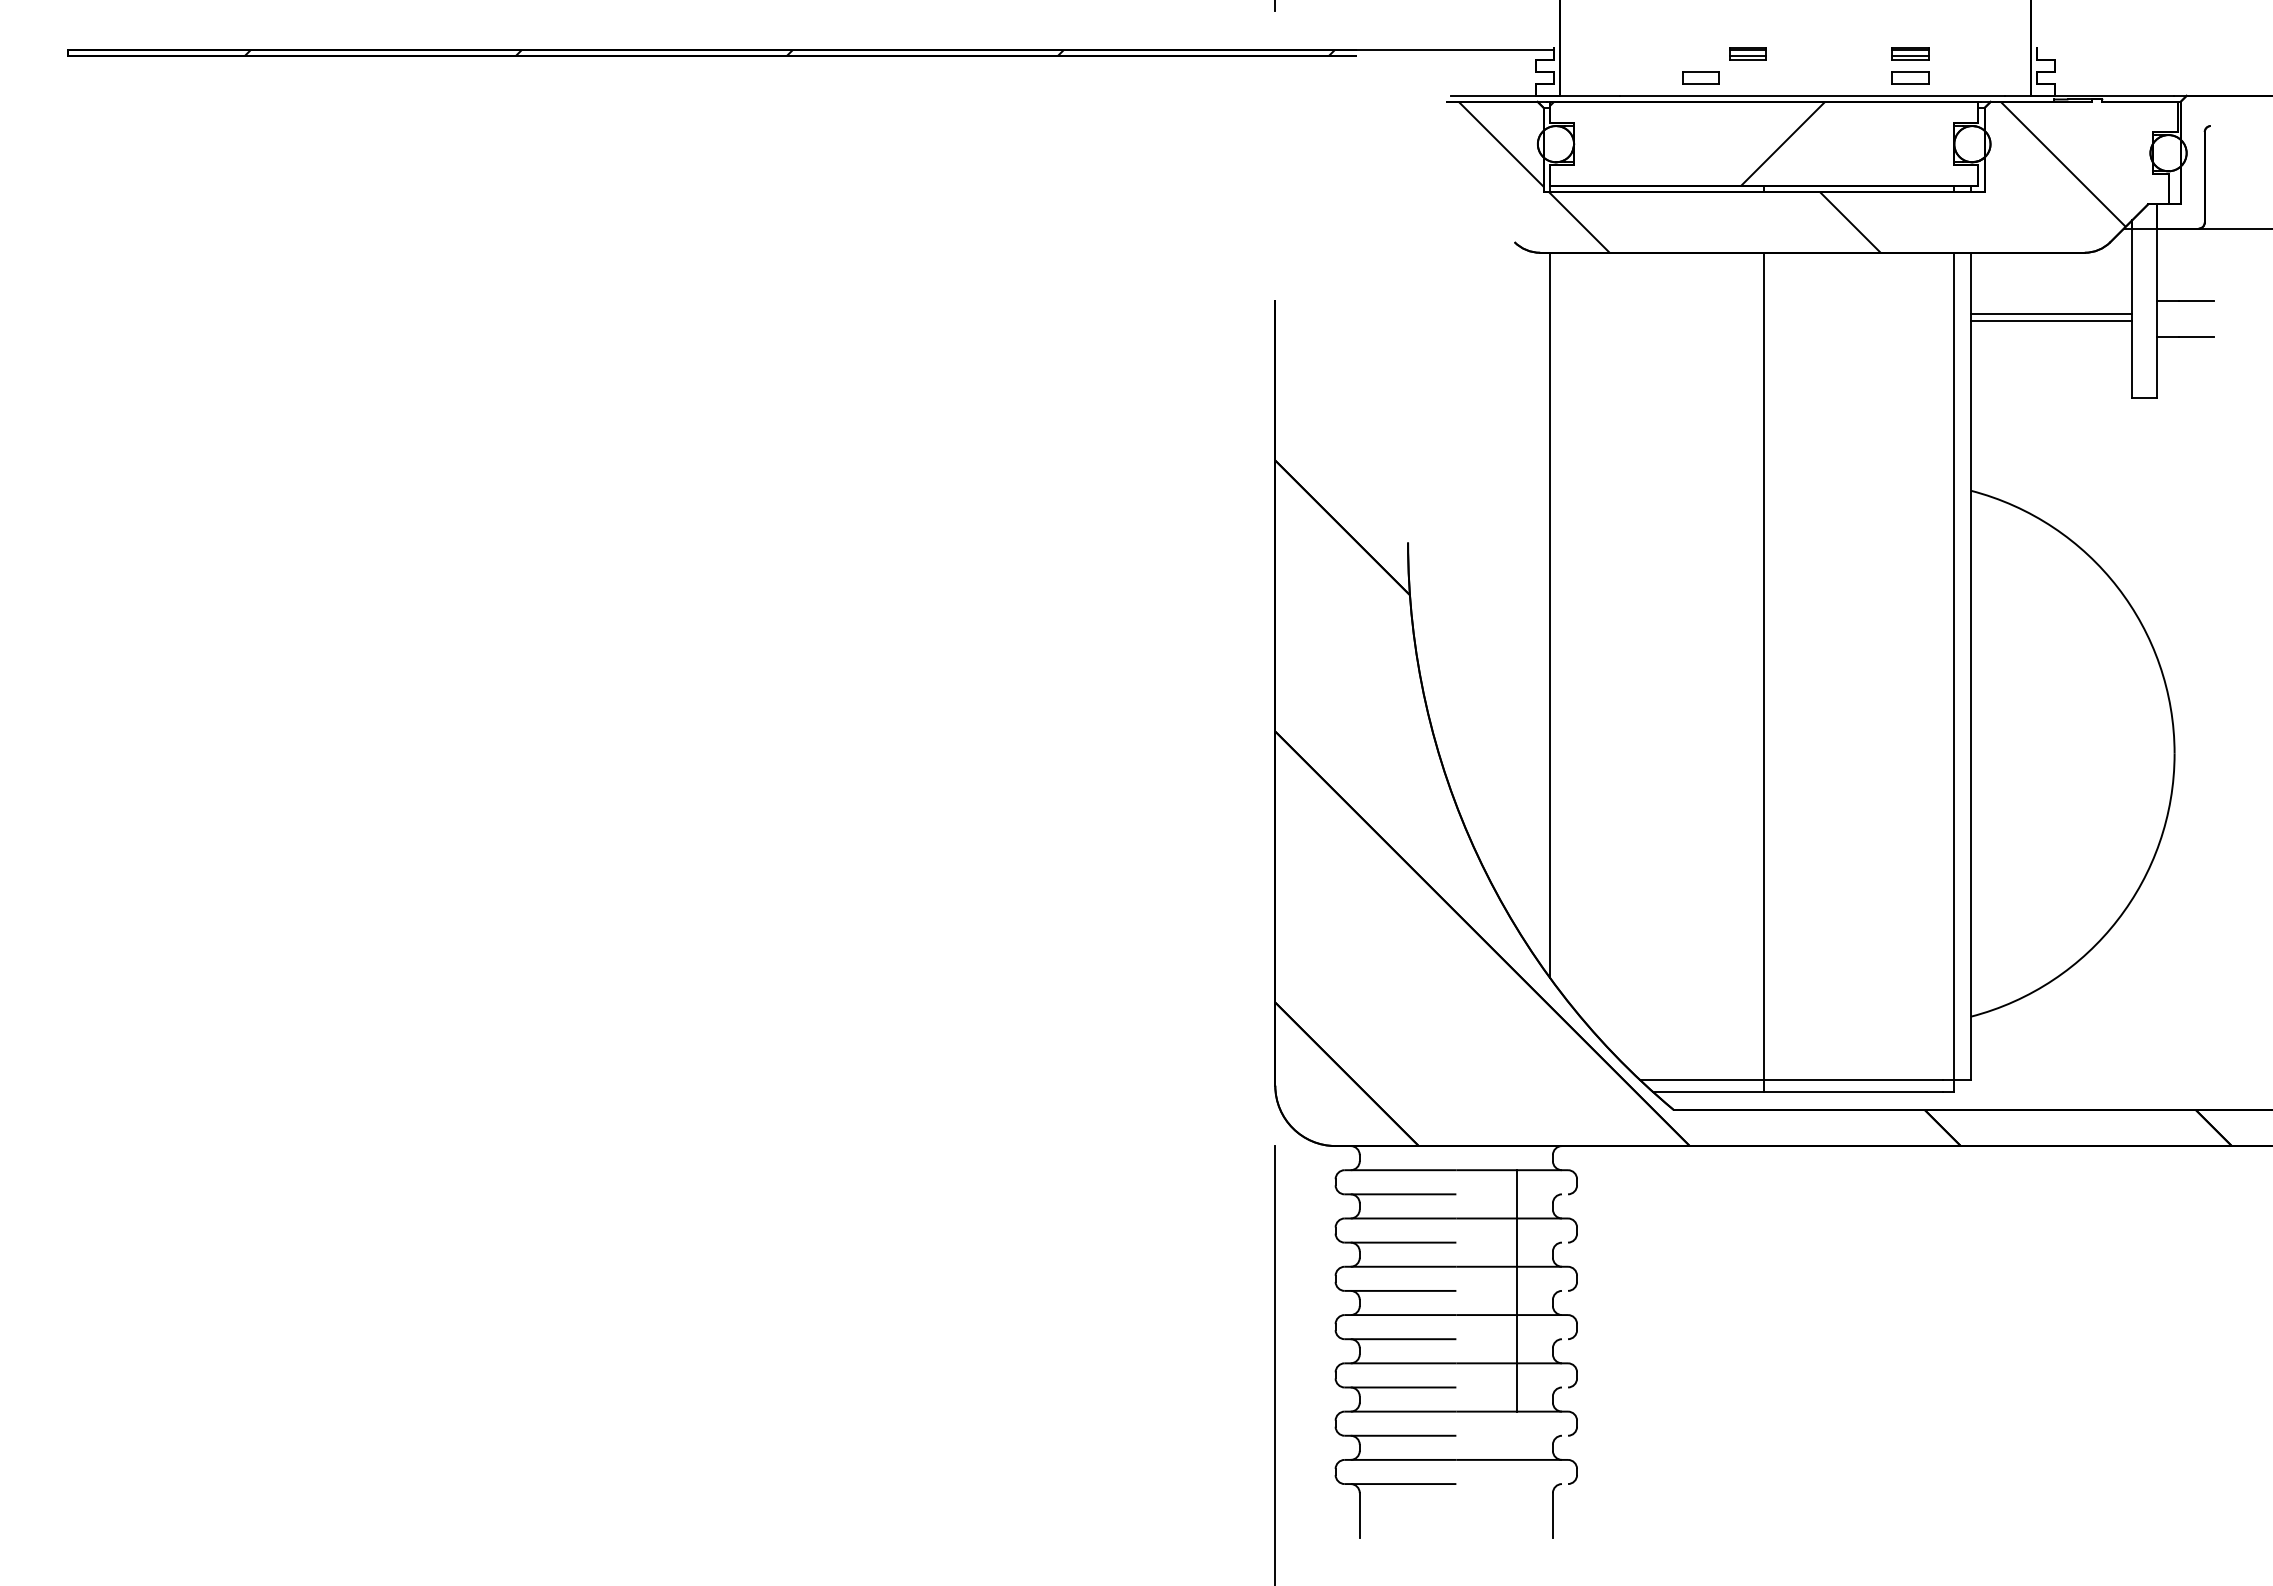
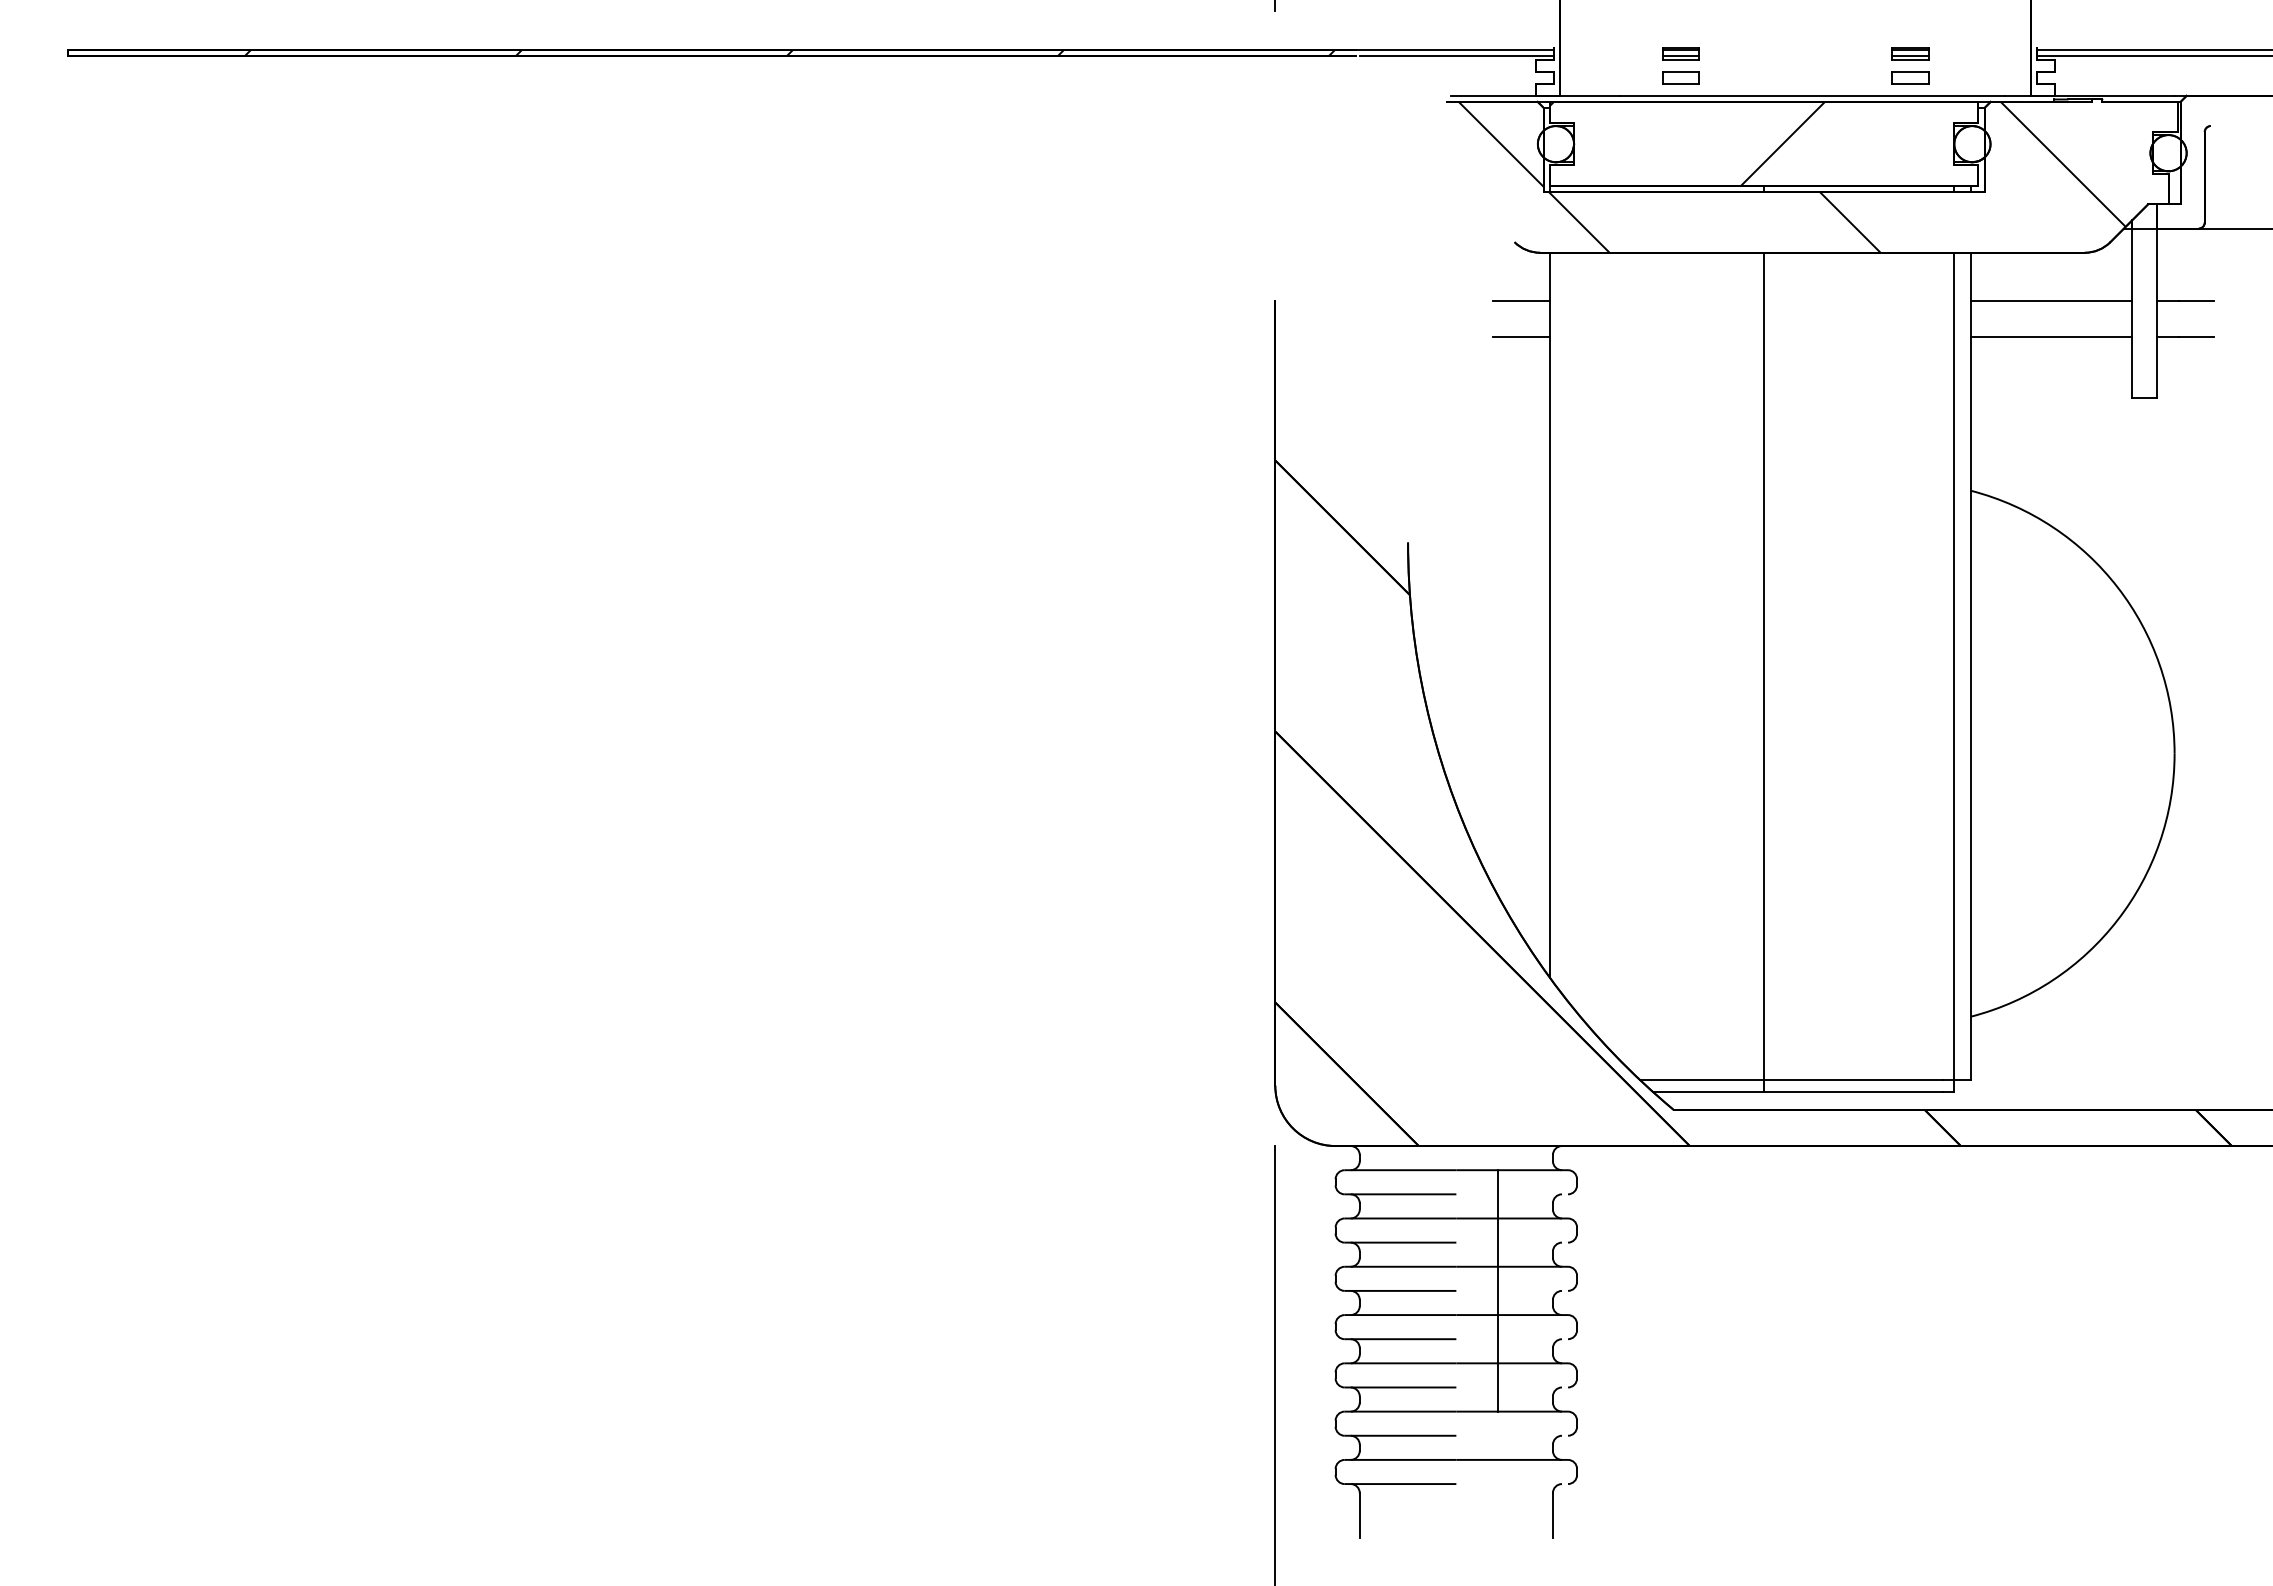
line at (2153, 49): none -> present
part at (1747, 53) position: (1747, 53) -> (1680, 53)
line at (1457, 56): none -> present
line at (2153, 56): none -> present
part at (1700, 77) position: (1700, 77) -> (1680, 77)
line at (1520, 301): none -> present
line at (2051, 314) position: (2051, 314) -> (2051, 337)
line at (2051, 321) position: (2051, 321) -> (2051, 301)
line at (1520, 337): none -> present
line at (1517, 1290) position: (1517, 1290) -> (1498, 1290)
